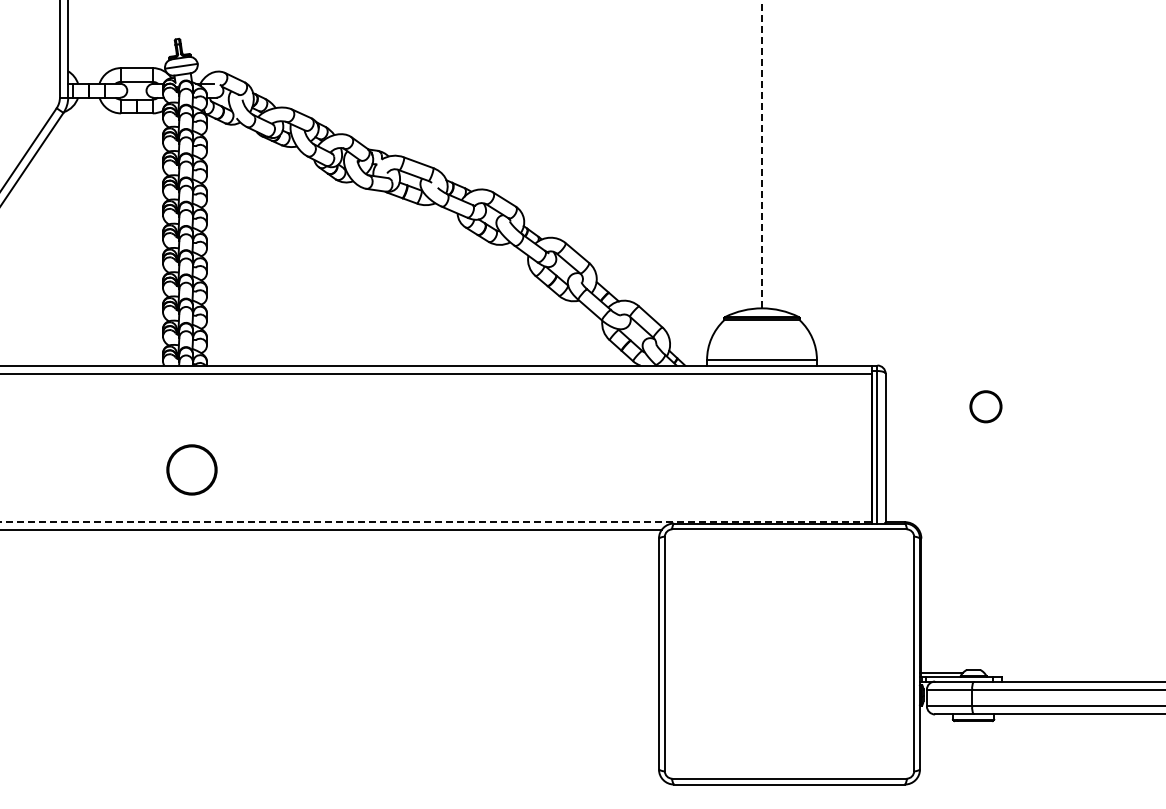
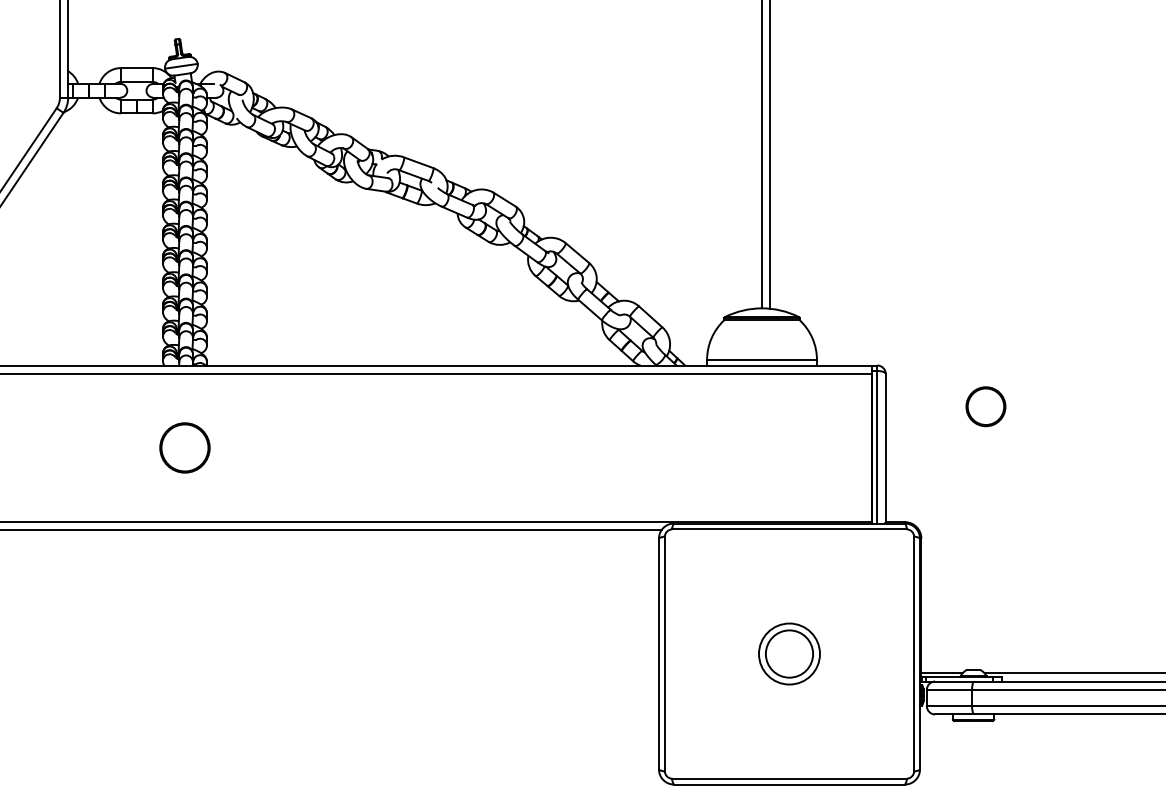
line at (762, 154): dashed -> solid
line at (770, 155): none -> present
circle at (985, 406) size: 34x34 px -> 42x42 px
circle at (191, 469) position: (191, 469) -> (184, 447)
line at (435, 522): dashed -> solid
part at (789, 653): none -> present
line at (1073, 673): none -> present
